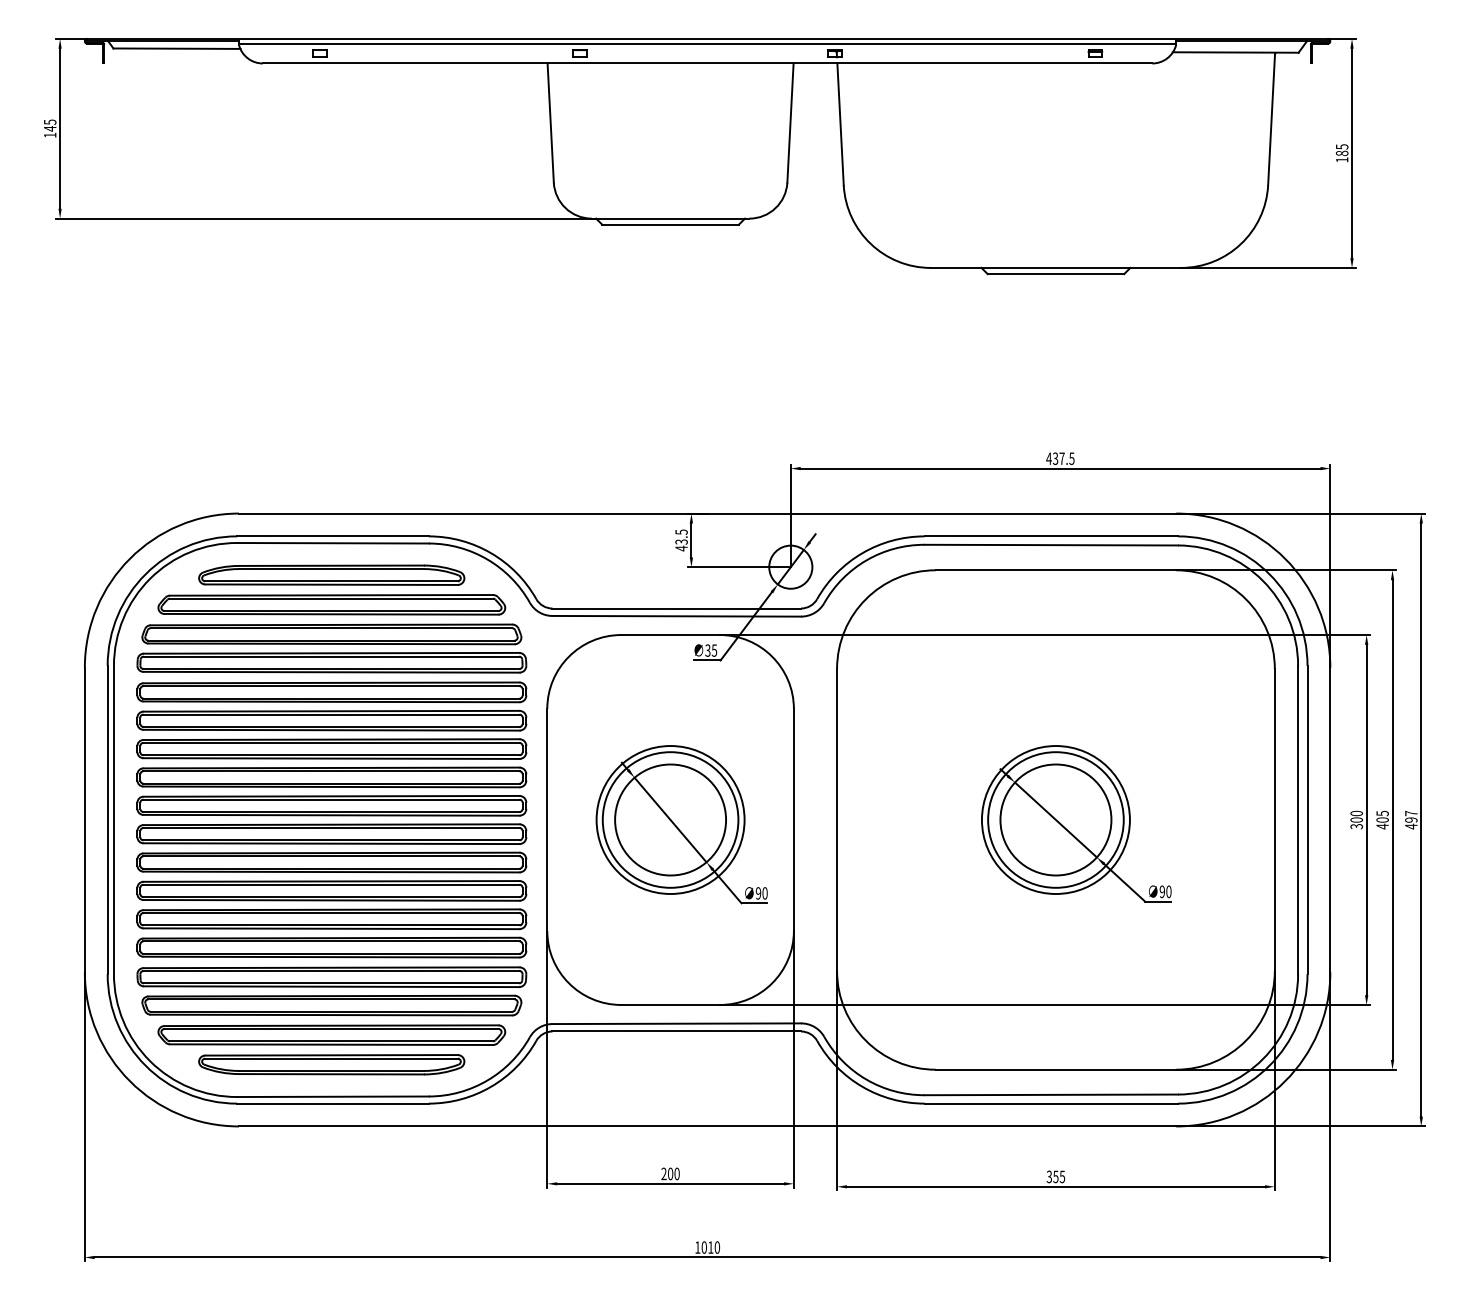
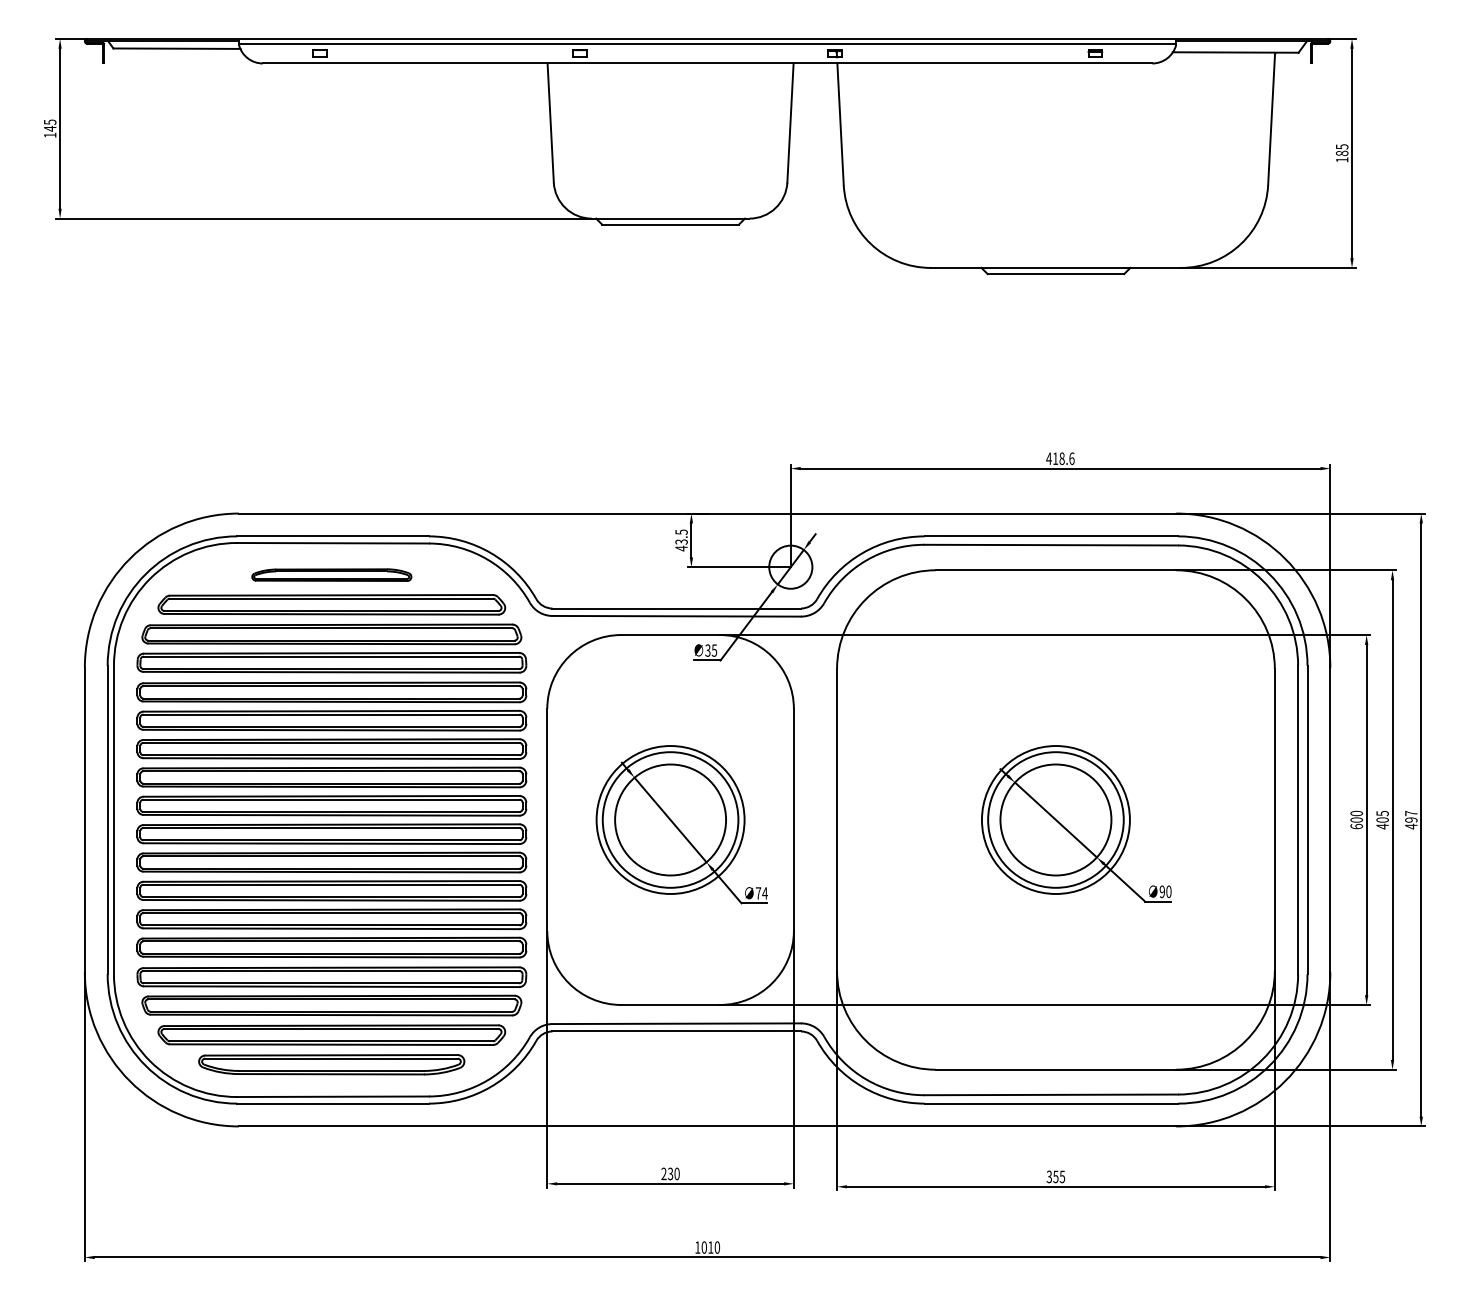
text at (1063, 458): 437.5 -> 418.6
part at (331, 574) size: 268x22 px -> 162x14 px
text at (1356, 826): 300 -> 600
text at (761, 893): 90 -> 74
text at (670, 1173): 200 -> 230
